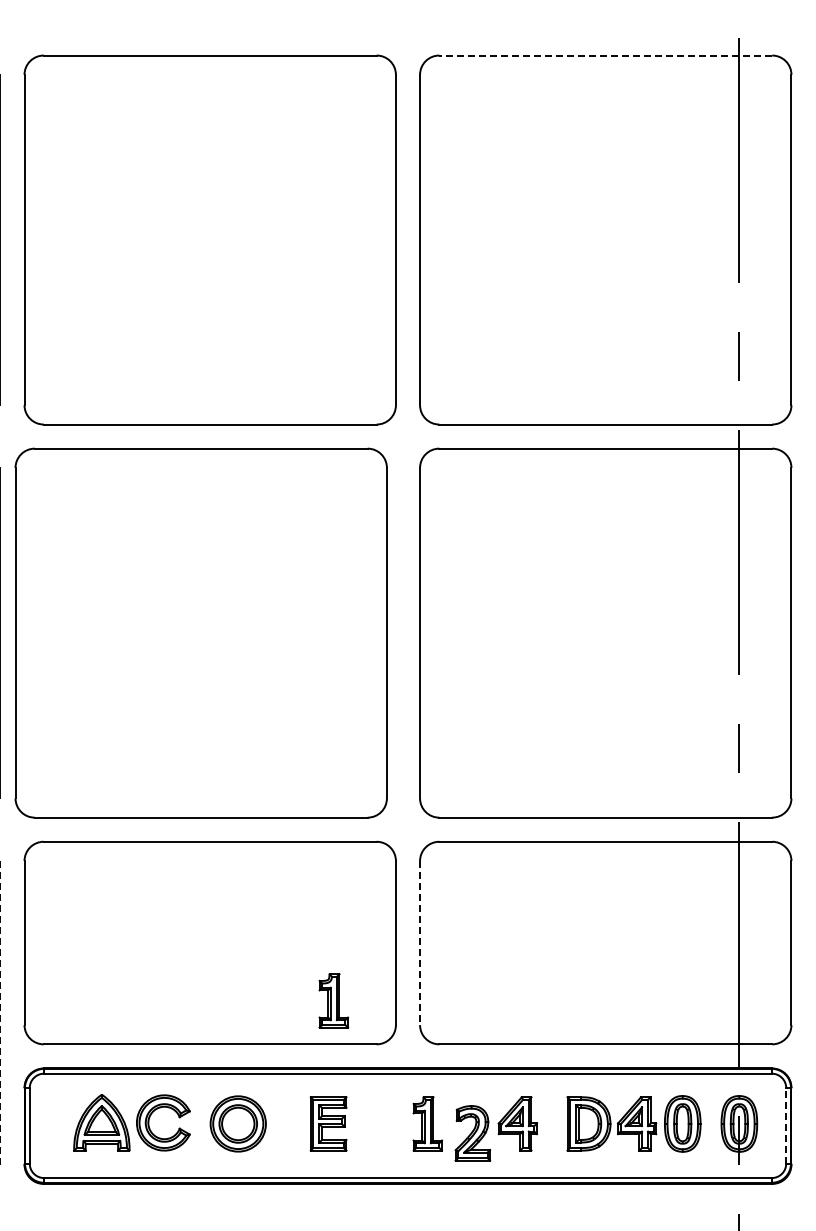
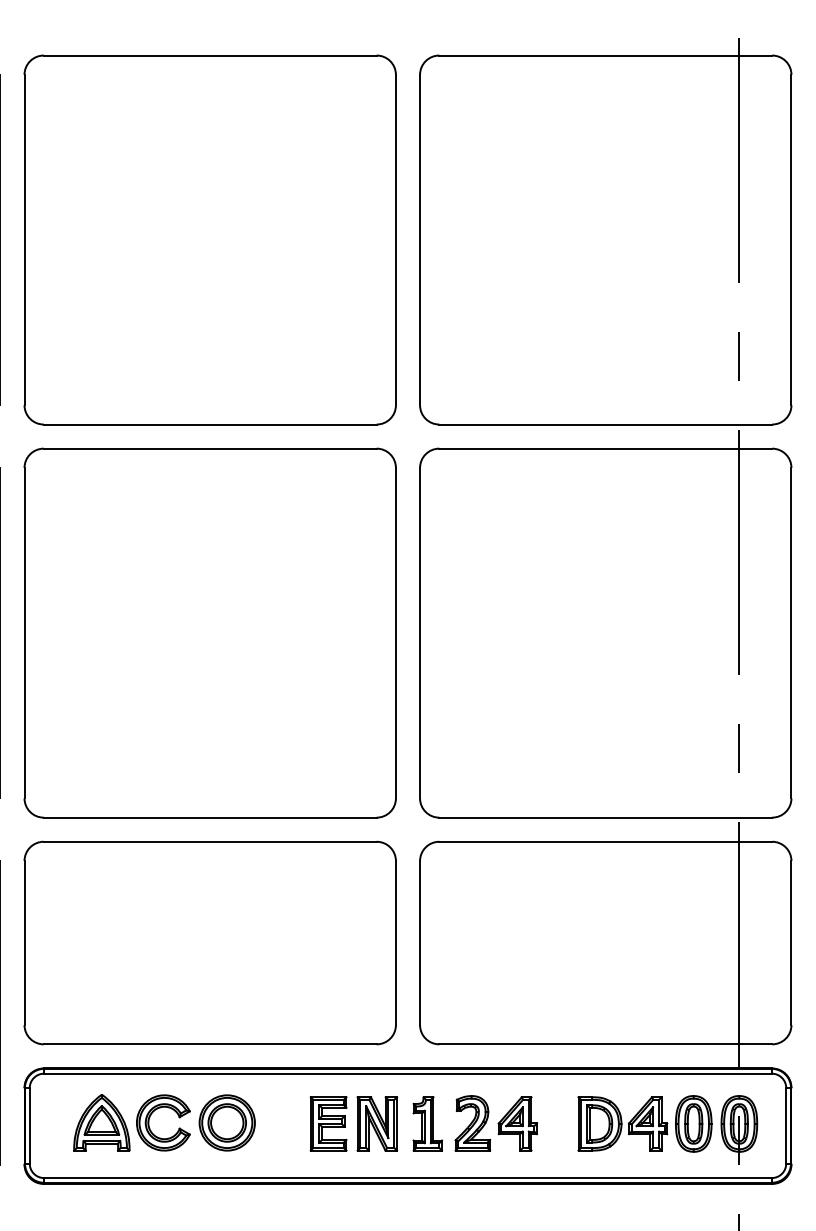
line at (605, 55): dashed -> solid
part at (200, 632) position: (200, 632) -> (209, 632)
line at (420, 943): dashed -> solid
part at (333, 1000): present -> none
line at (0, 1012): dashed -> solid
part at (237, 1123) position: (237, 1123) -> (226, 1122)
part at (377, 1123): none -> present
part at (633, 1123) position: (633, 1123) -> (644, 1123)
line at (786, 1125): dashed -> solid
part at (472, 1133) position: (472, 1133) -> (472, 1123)
